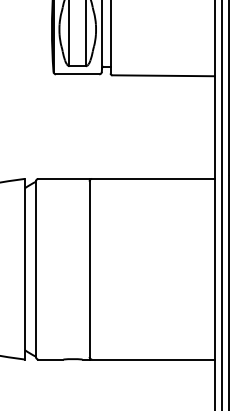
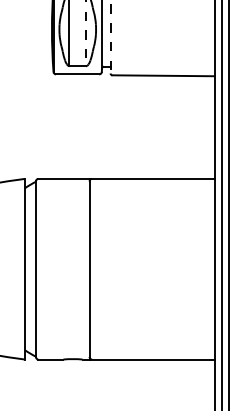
line at (86, 33): solid -> dashed
line at (110, 37): solid -> dashed
